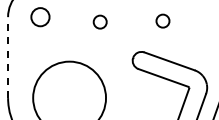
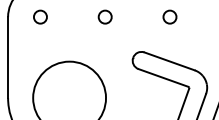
circle at (40, 17) size: 21x21 px -> 15x16 px
circle at (162, 20) position: (162, 20) -> (169, 16)
circle at (99, 21) position: (99, 21) -> (104, 16)
line at (8, 57): dashed -> solid
